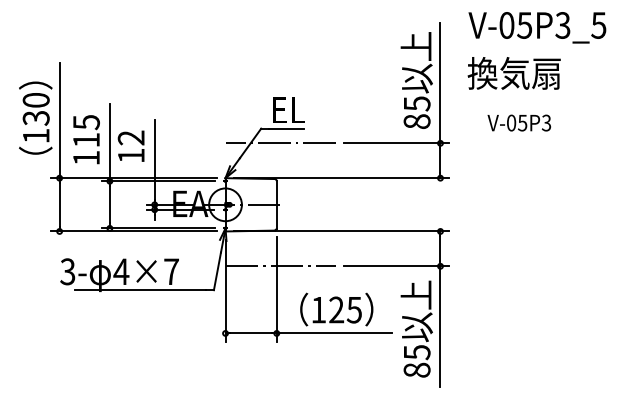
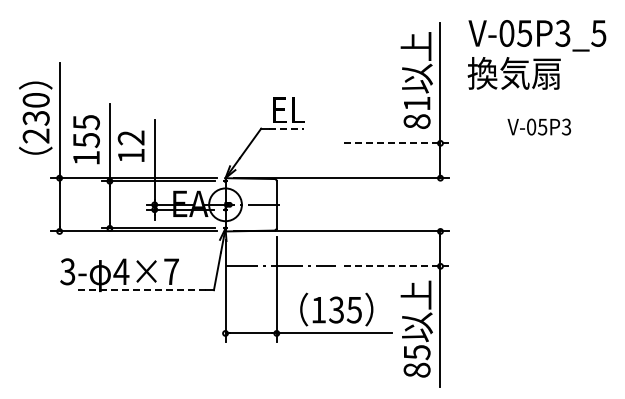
text at (537, 27) position: (537, 27) -> (537, 35)
text at (417, 103): 85 -> 81
text at (519, 122) position: (519, 122) -> (539, 126)
line at (287, 128): solid -> dashed
text at (35, 135): 130 -> 230
text at (86, 140): 115 -> 155
line at (280, 143): present -> none
line at (396, 143): solid -> dashed
line at (396, 266): solid -> dashed
line at (140, 290): solid -> dashed
text at (336, 310): 125 -> 135
